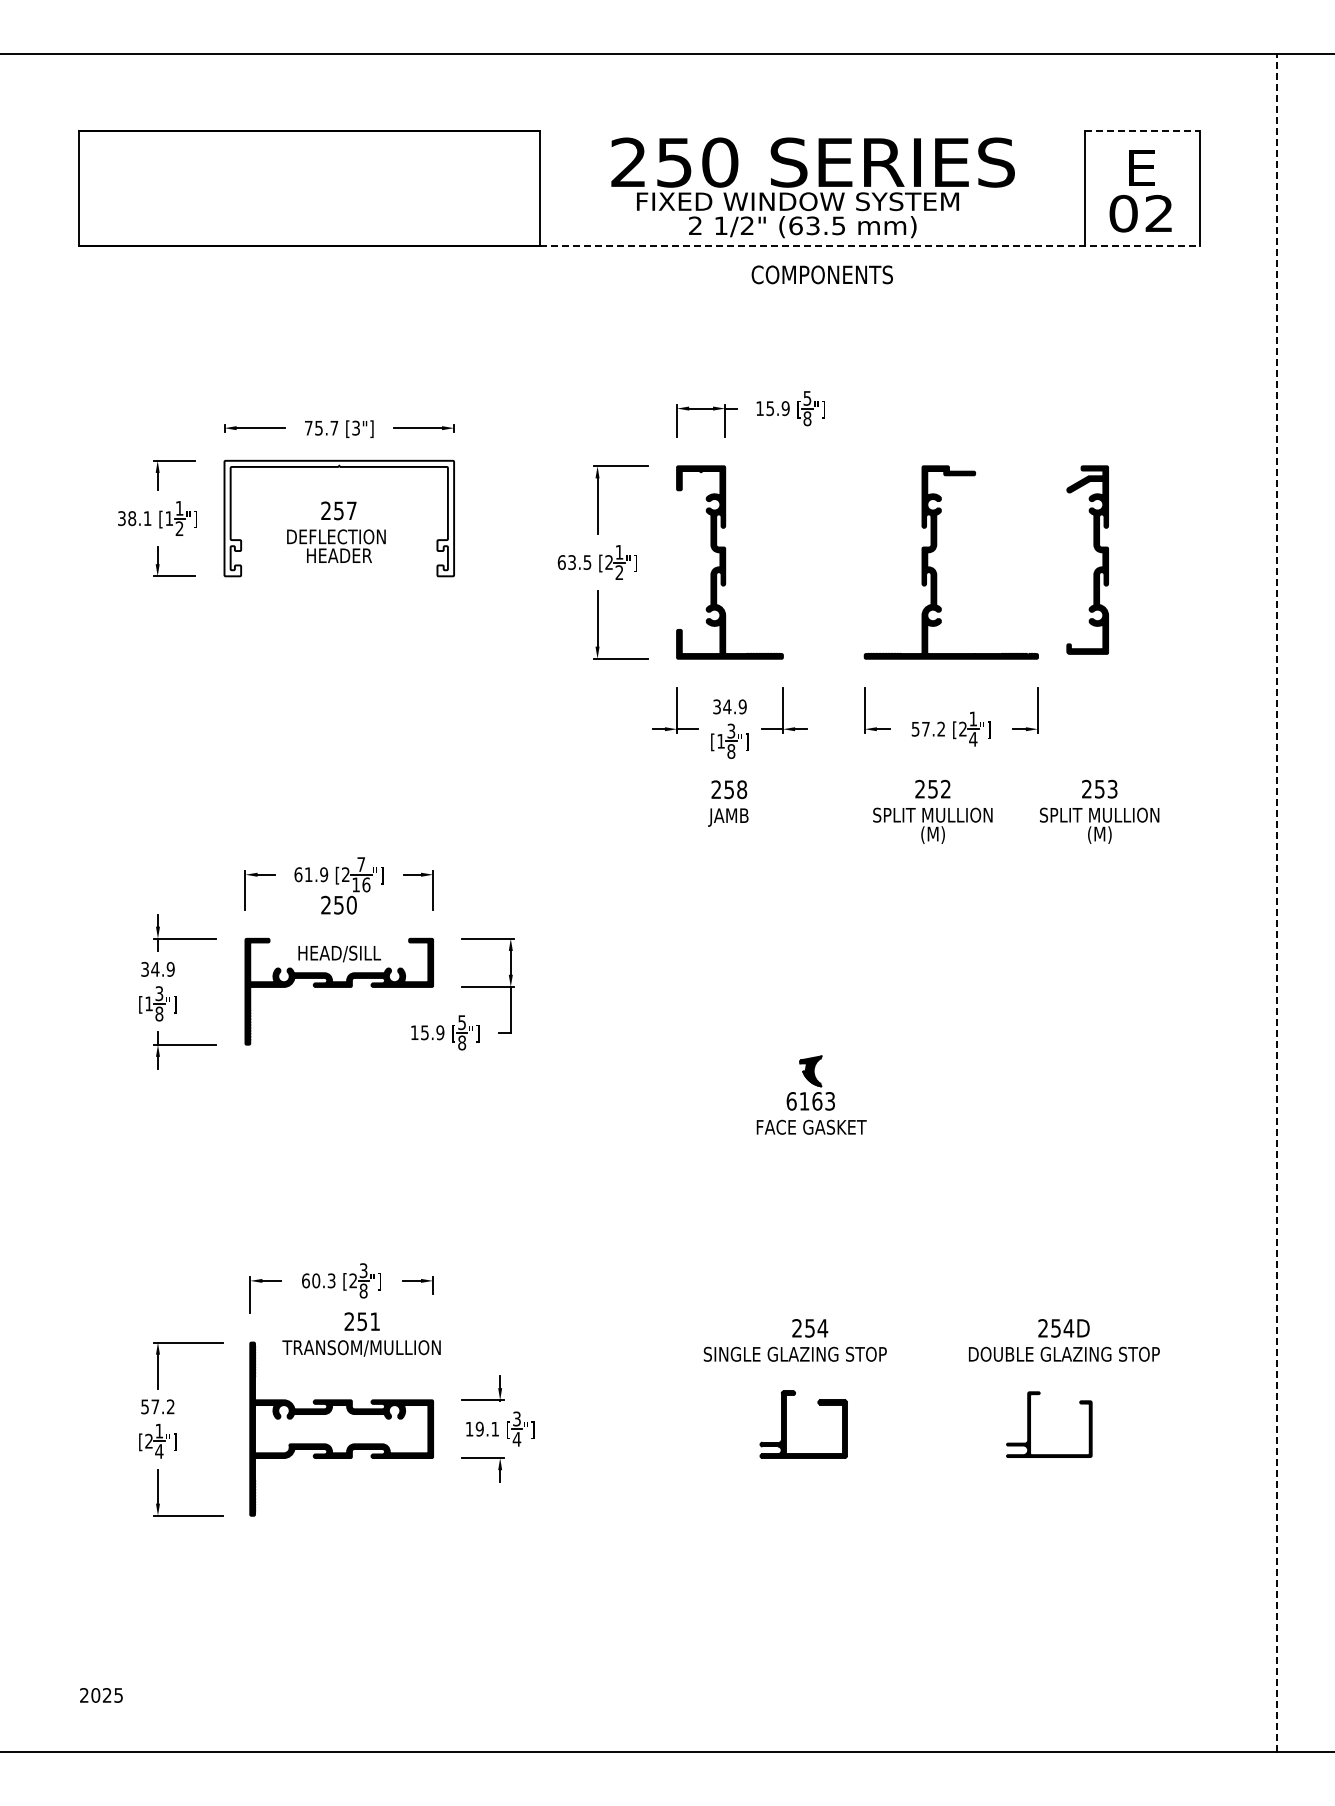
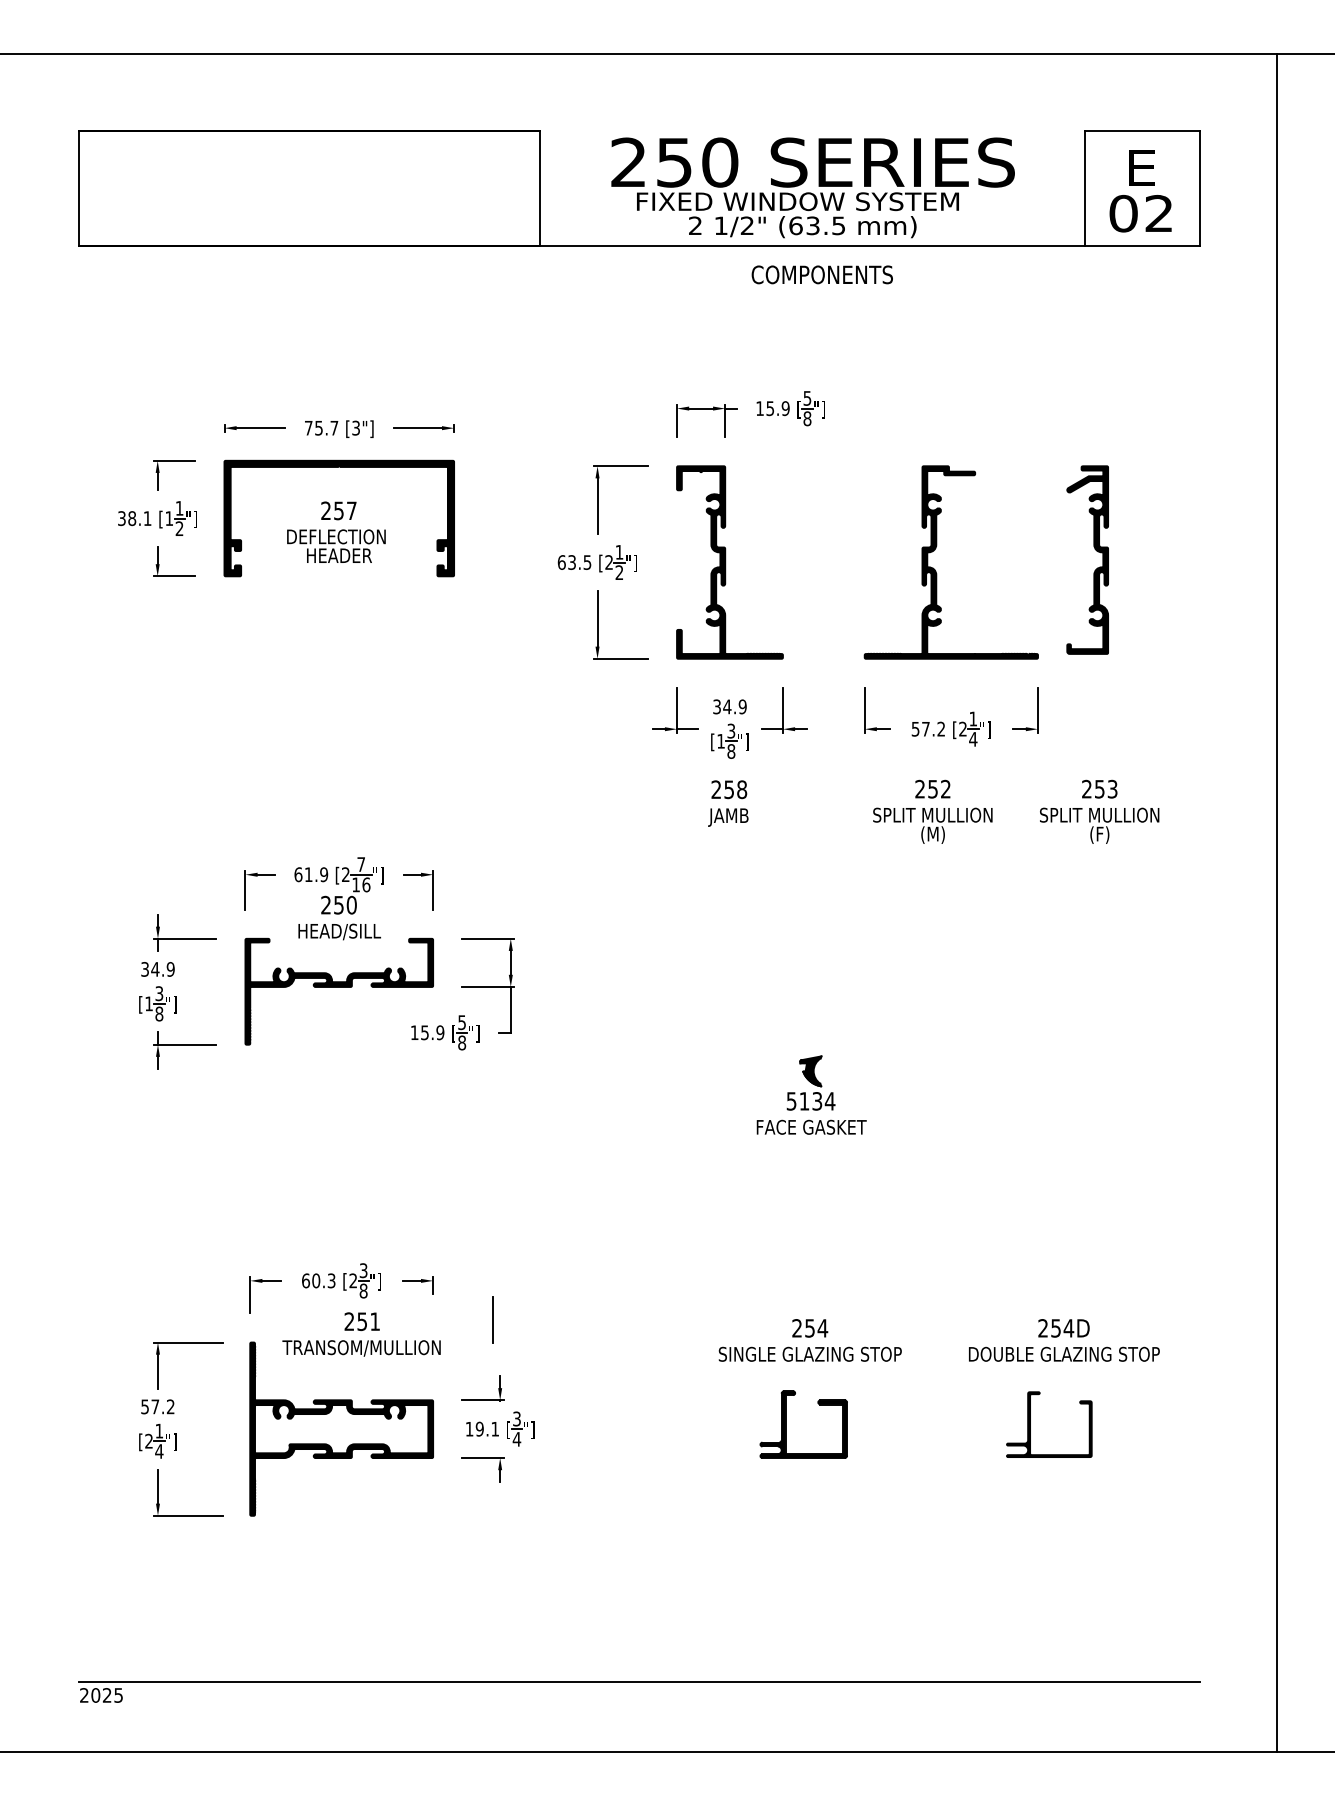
line at (1142, 131): dashed -> solid
line at (870, 246): dashed -> solid
fill at (339, 518): none -> present
text at (1099, 834): (M) -> (F)
line at (1276, 902): dashed -> solid
text at (339, 953) position: (339, 953) -> (339, 931)
text at (810, 1101): 6163 -> 5134
line at (493, 1319): none -> present
text at (794, 1353) position: (794, 1353) -> (809, 1353)
line at (639, 1682): none -> present
